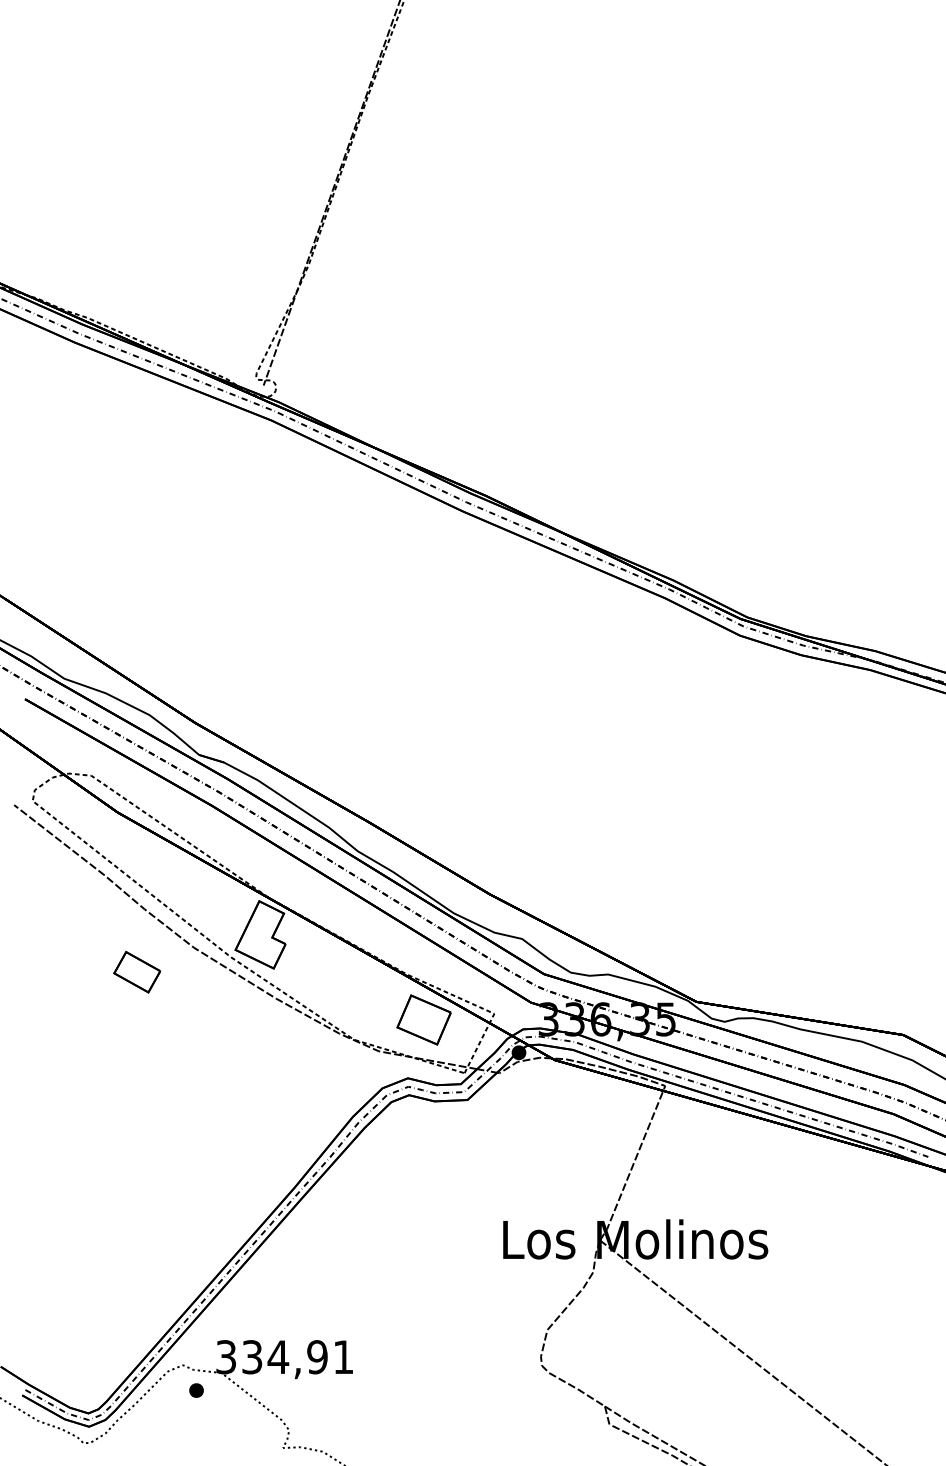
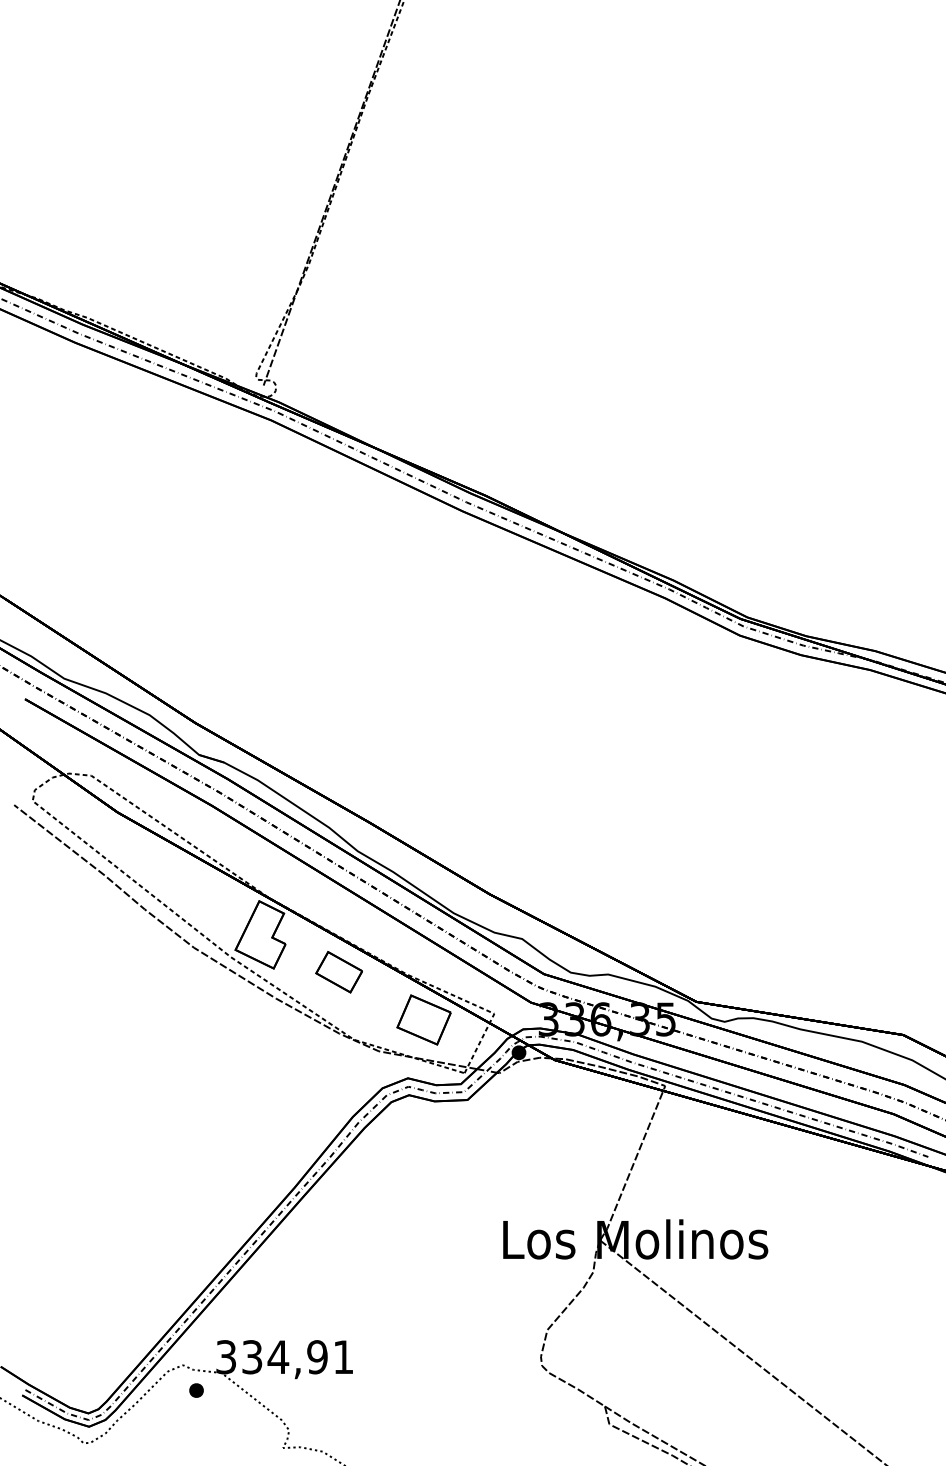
part at (136, 972) position: (136, 972) -> (338, 972)
